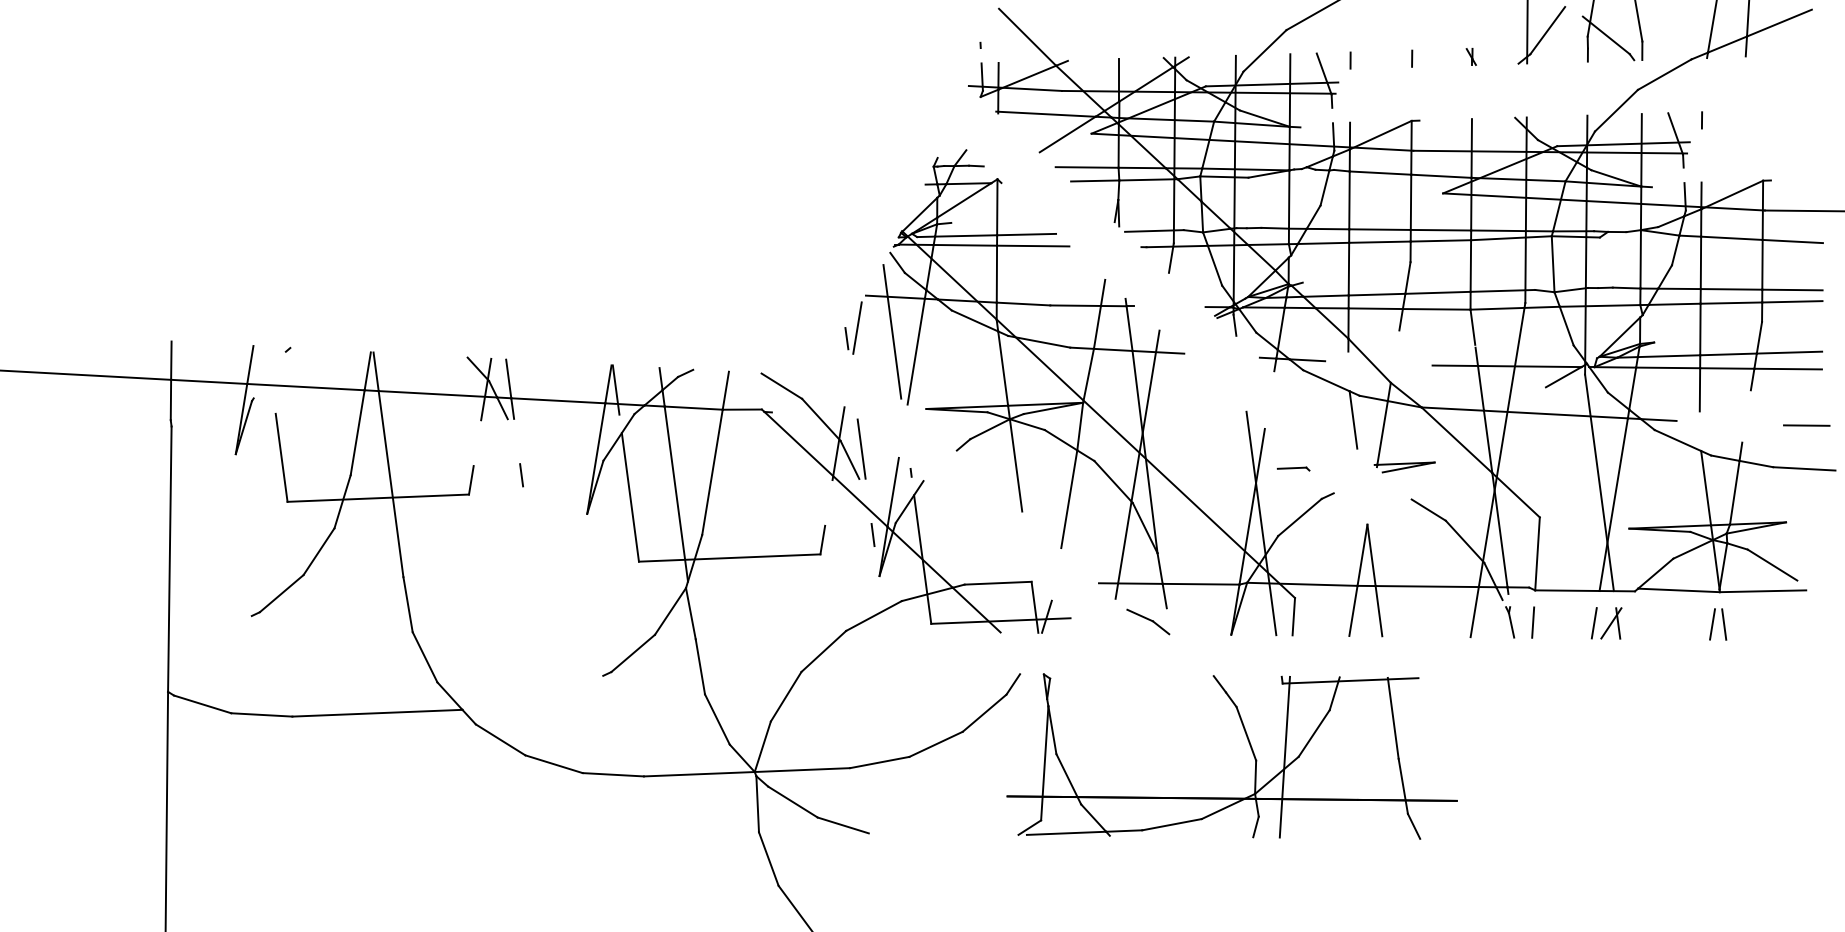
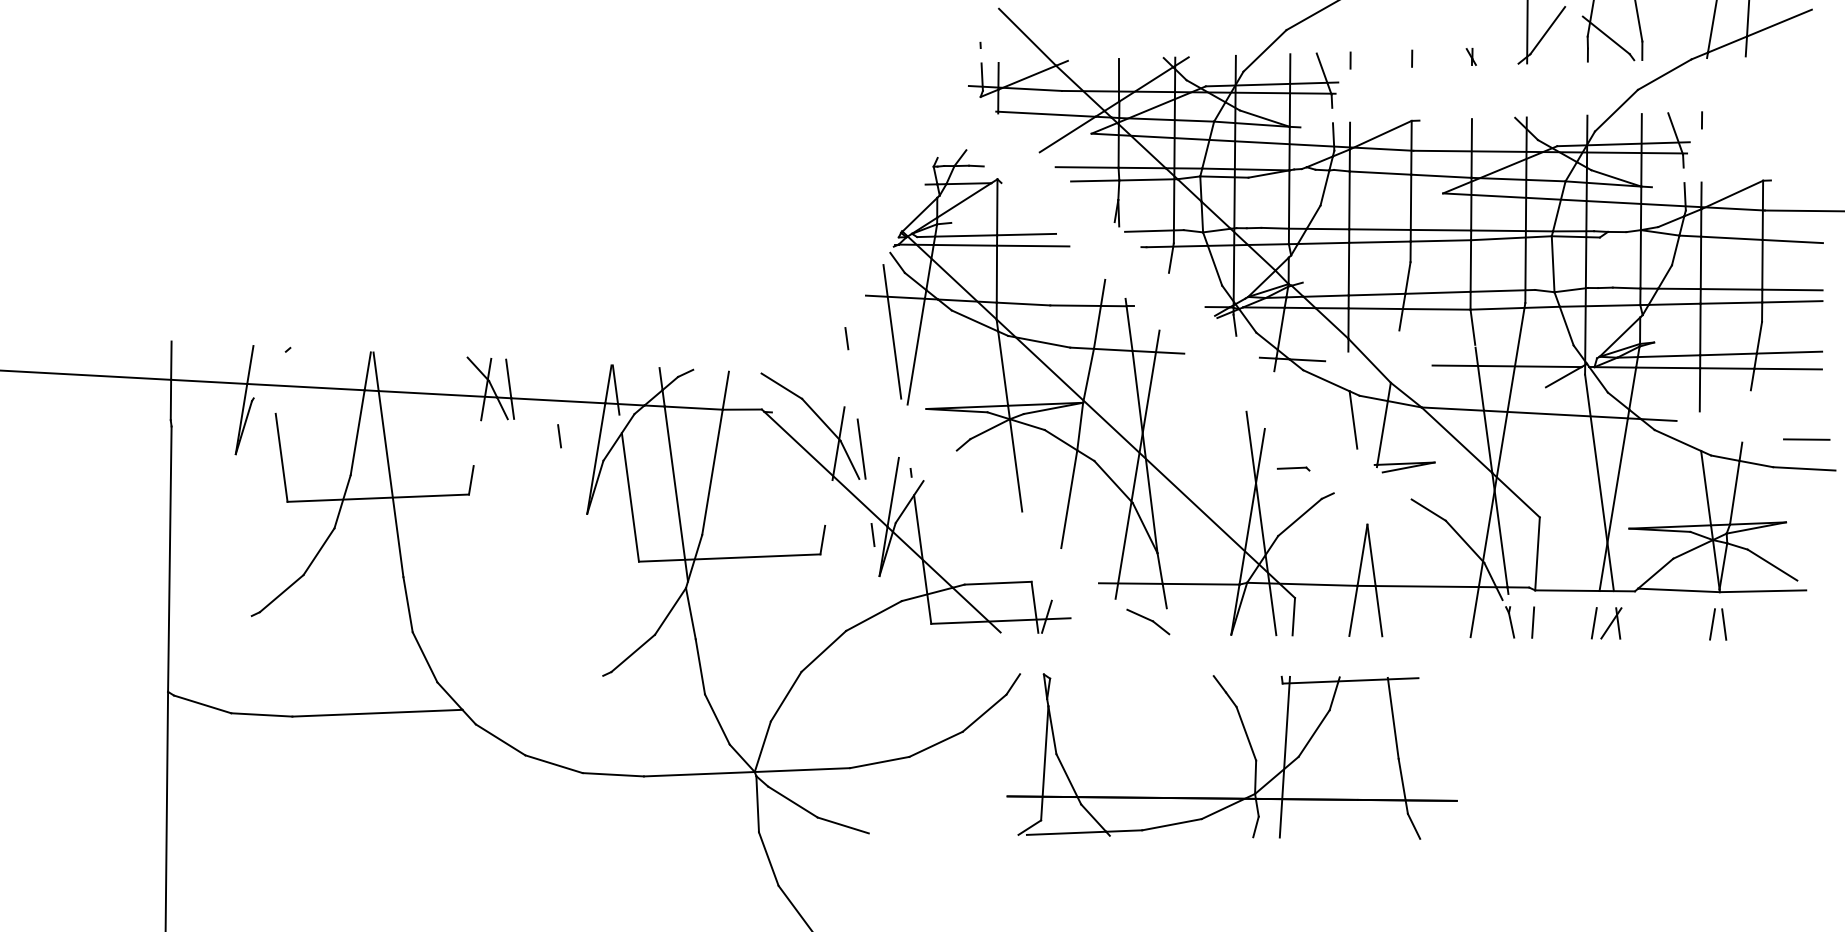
line at (857, 327): present -> none
line at (1806, 425) position: (1806, 425) -> (1806, 439)
line at (521, 475) position: (521, 475) -> (559, 436)
